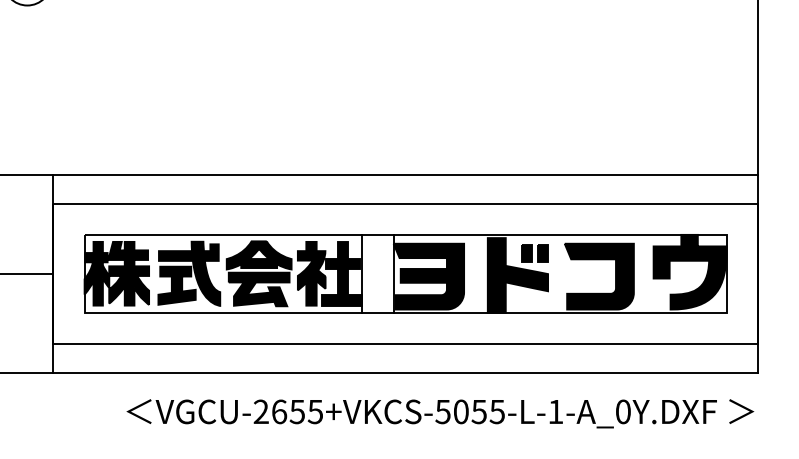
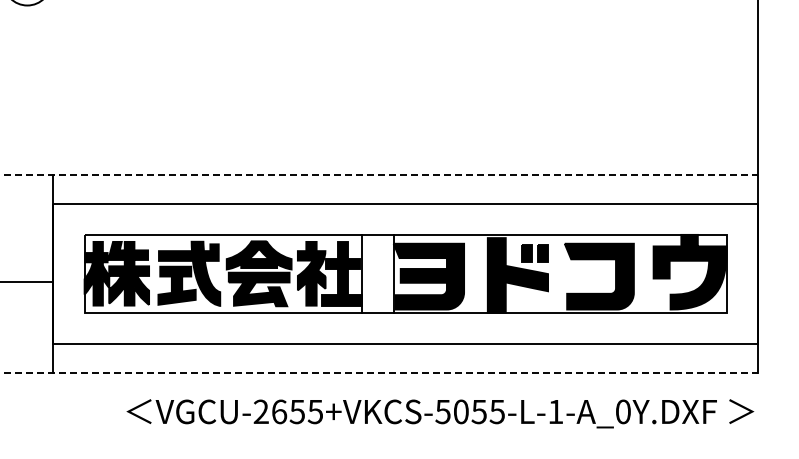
line at (379, 174): solid -> dashed
line at (27, 273) position: (27, 273) -> (27, 281)
line at (379, 372): solid -> dashed
